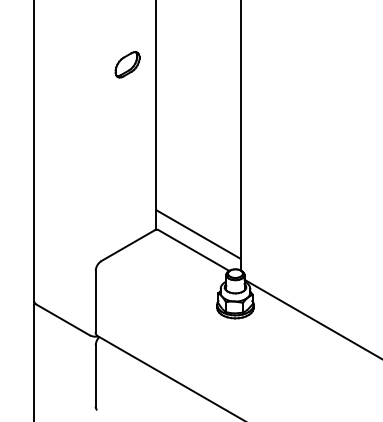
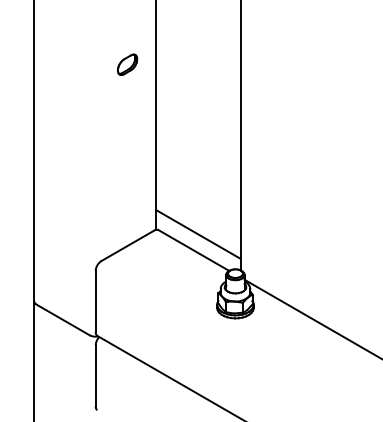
part at (127, 64) size: 27x28 px -> 22x23 px
